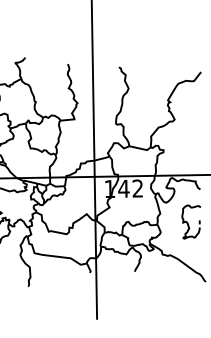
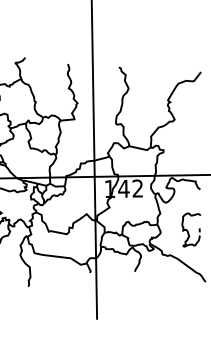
part at (191, 221) position: (191, 221) -> (191, 229)
